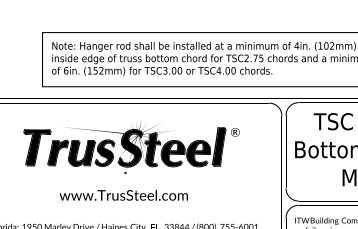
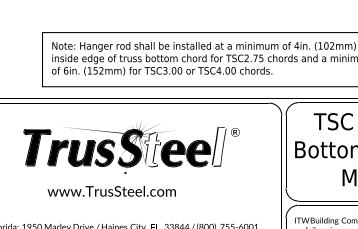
fill at (219, 146): present -> none
fill at (152, 149): present -> none
text at (123, 194) position: (123, 194) -> (111, 190)
